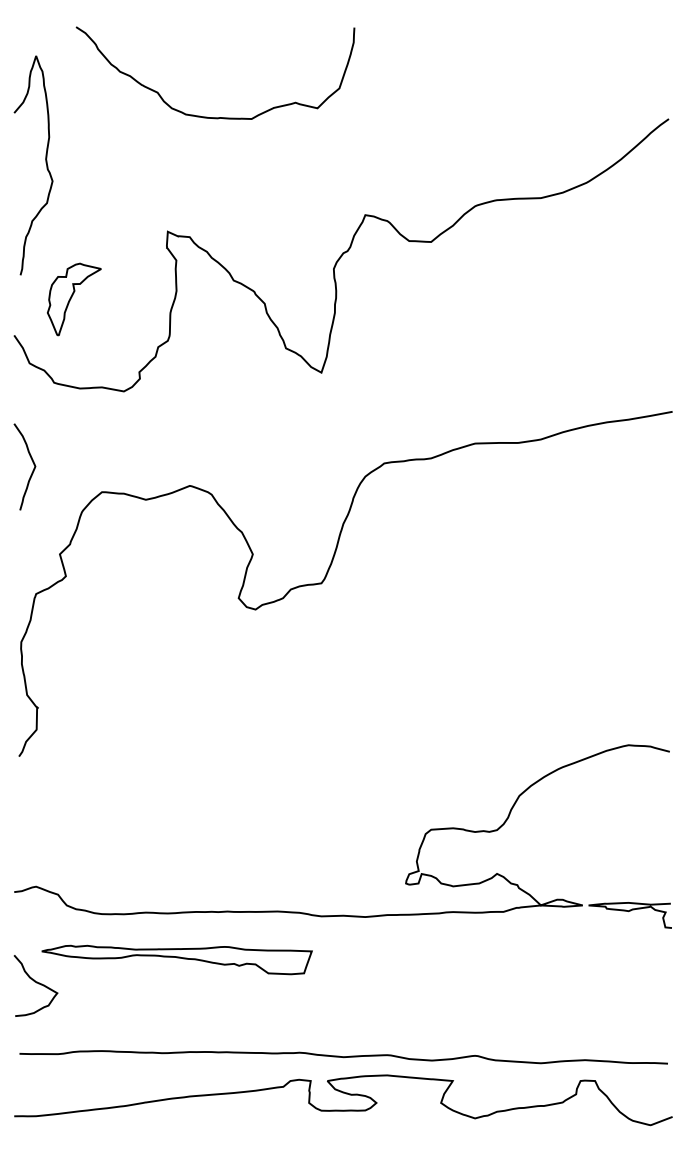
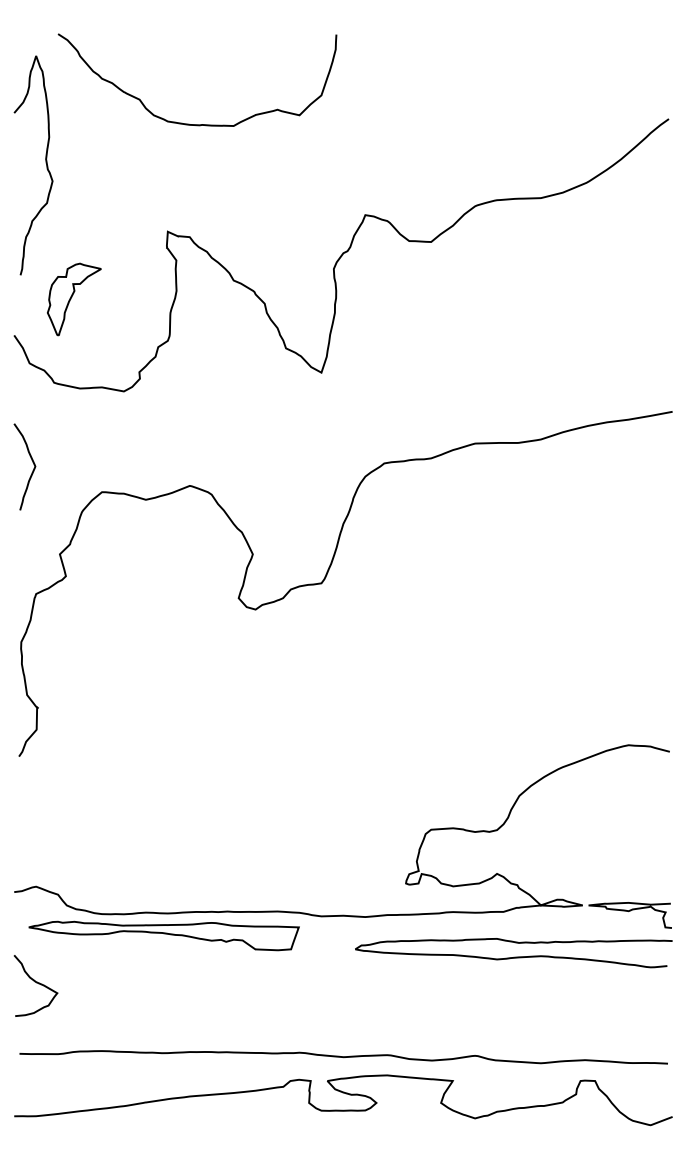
curve at (207, 116) position: (207, 116) -> (189, 123)
curve at (514, 956): none -> present
part at (176, 959) position: (176, 959) -> (163, 935)
